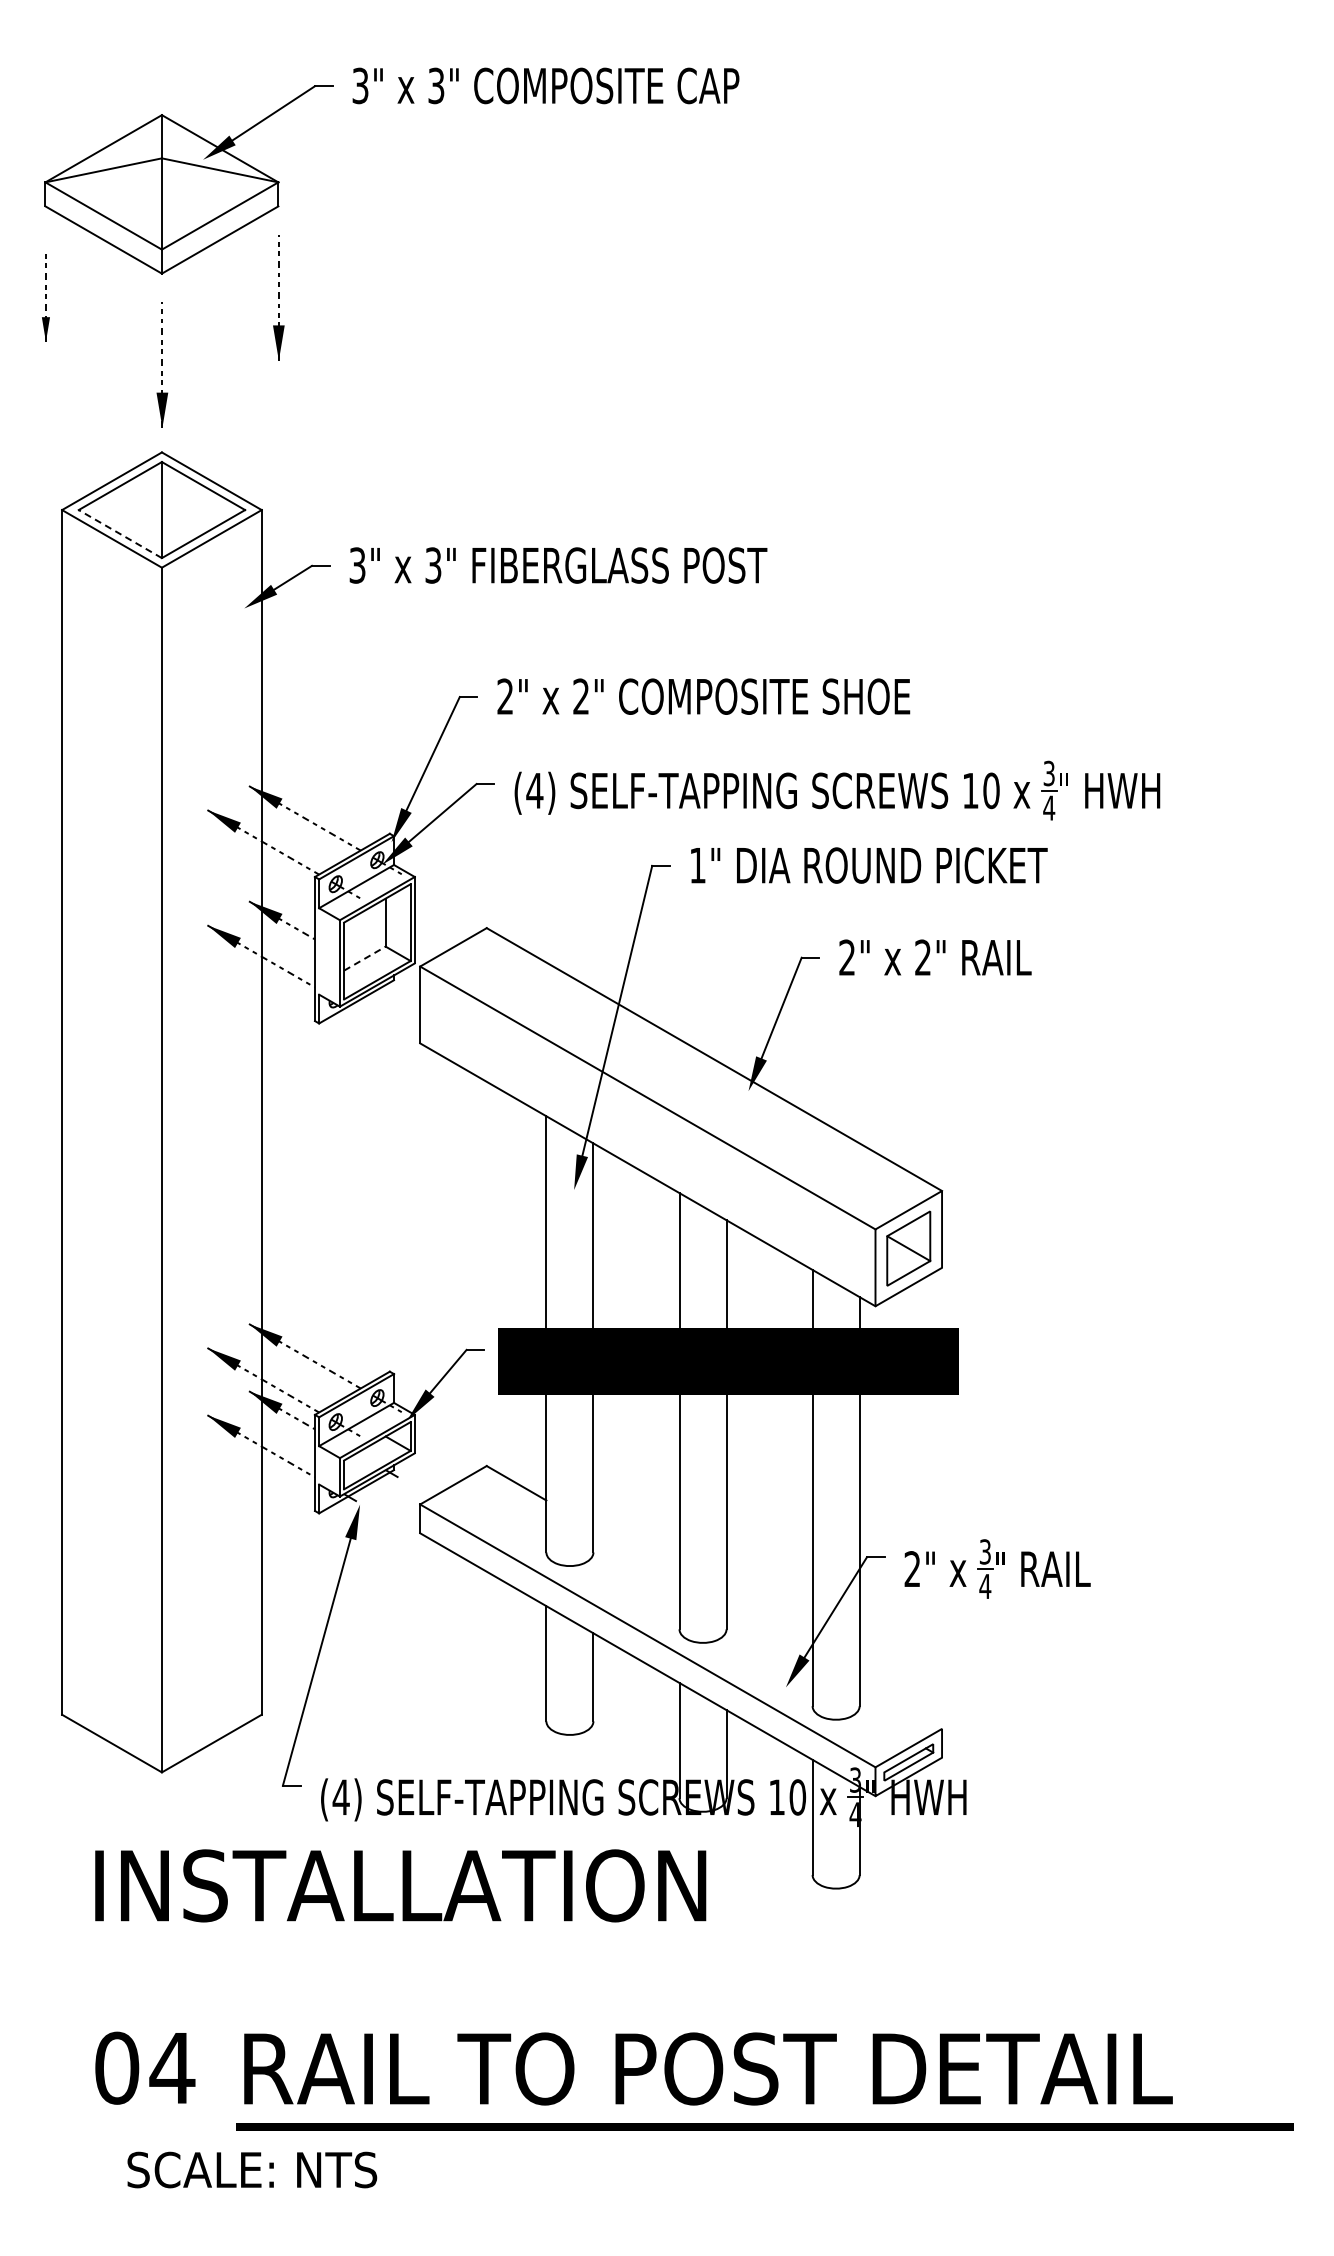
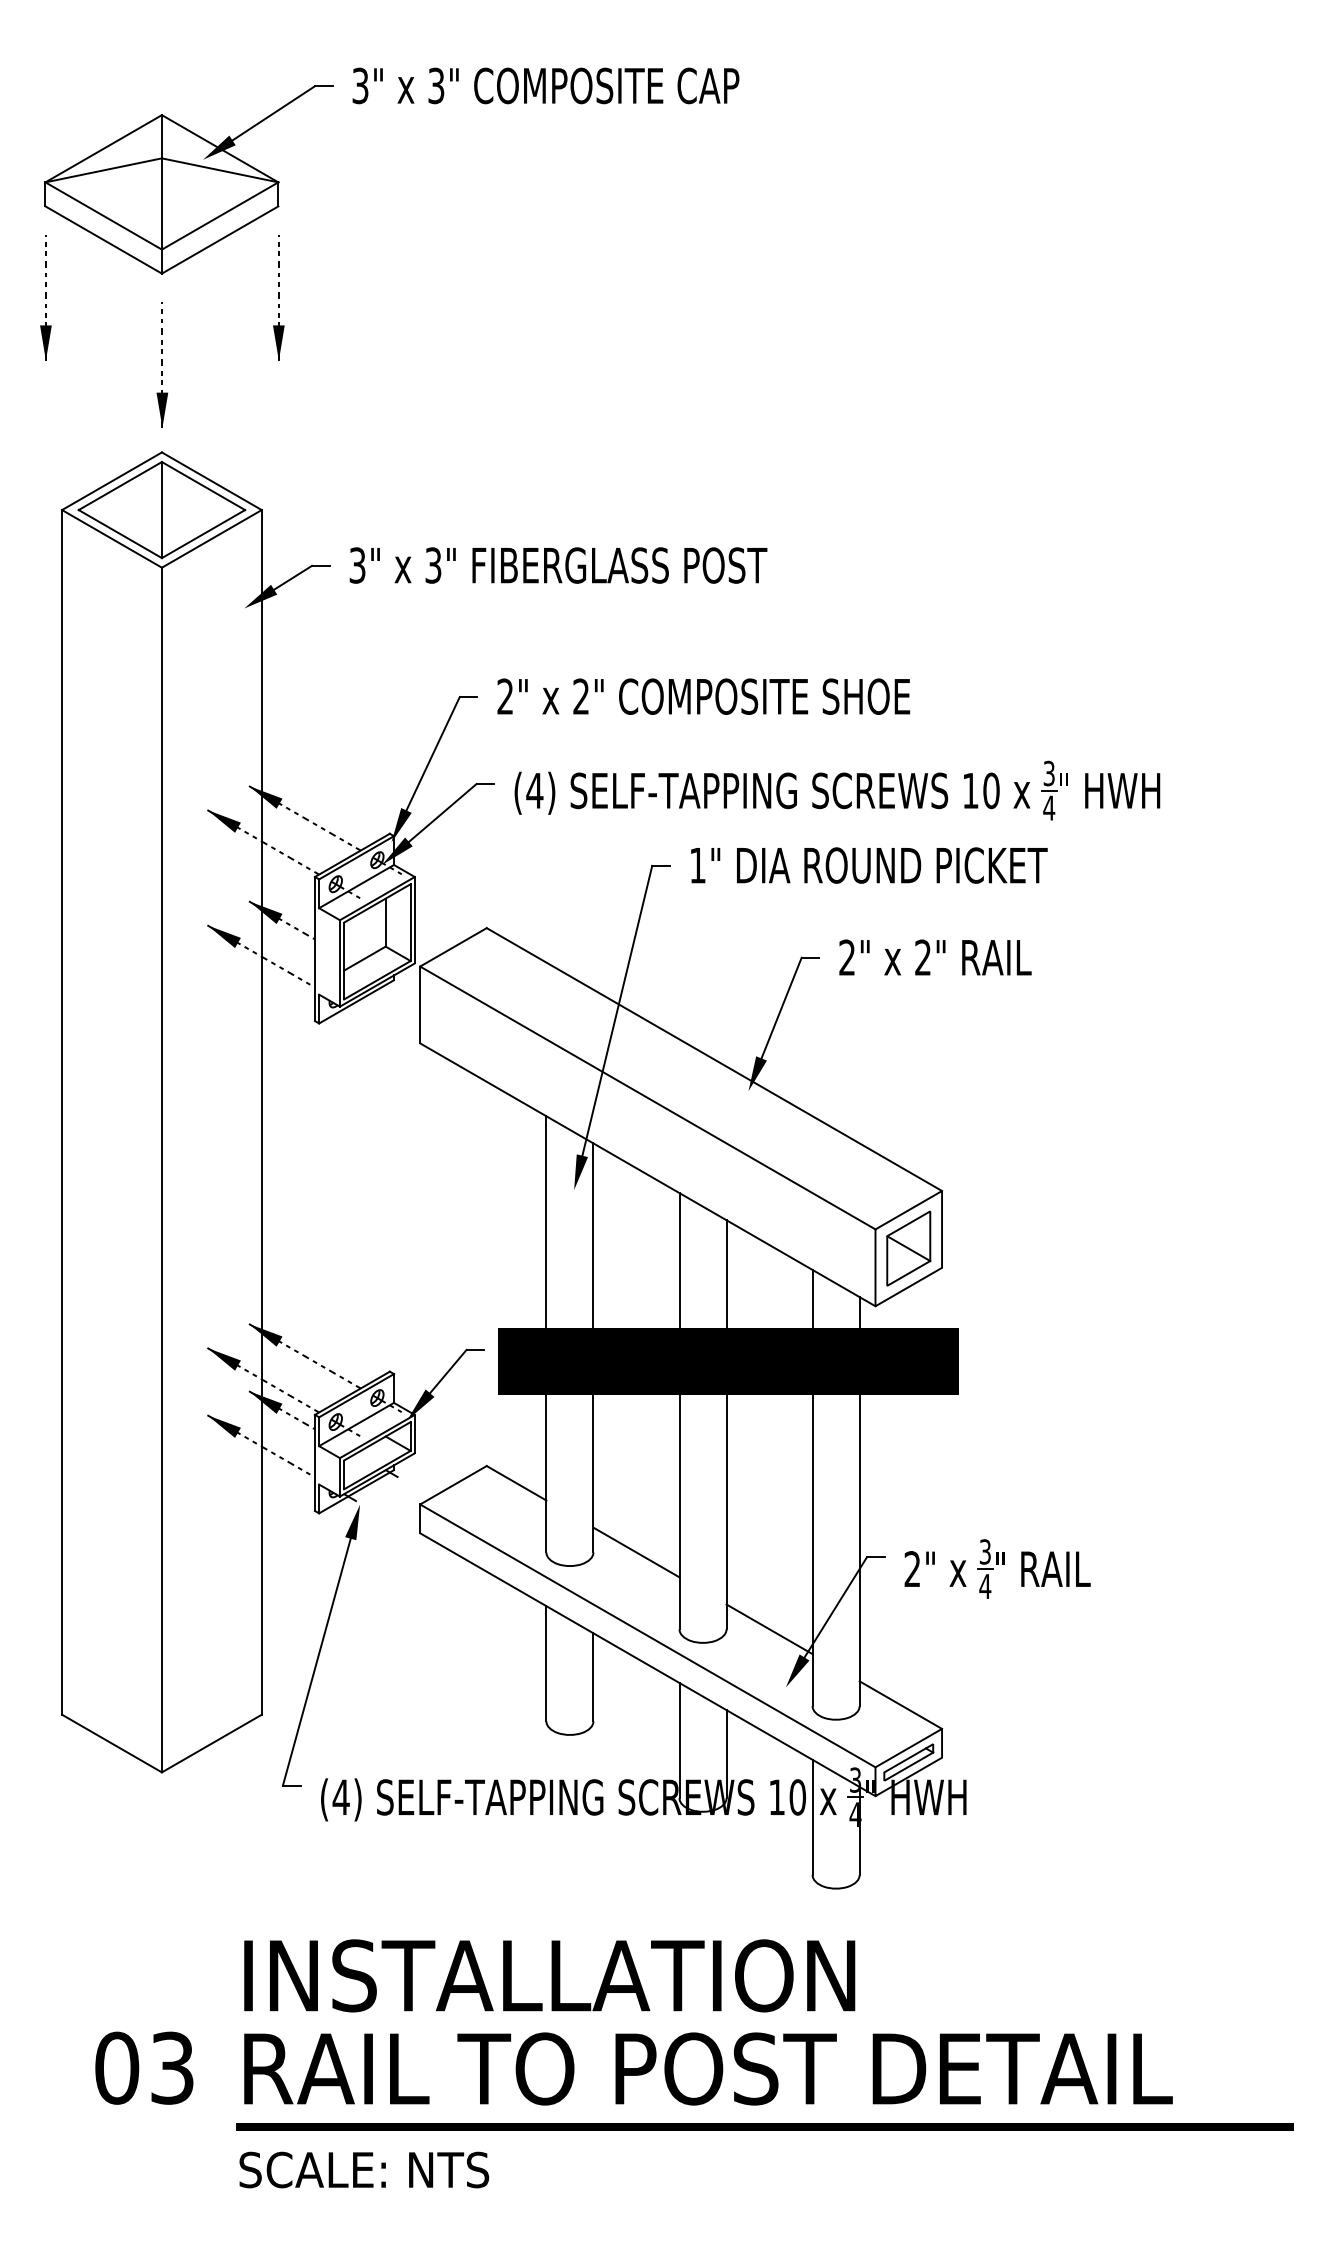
part at (45, 297) size: 8x88 px -> 12x126 px
line at (119, 533): dashed -> solid
line at (365, 958): dashed -> solid
line at (636, 1552): none -> present
line at (769, 1629): none -> present
line at (900, 1704): none -> present
text at (400, 1885) position: (400, 1885) -> (549, 1975)
text at (172, 2067): 04 -> 03
text at (252, 2169) position: (252, 2169) -> (364, 2169)
